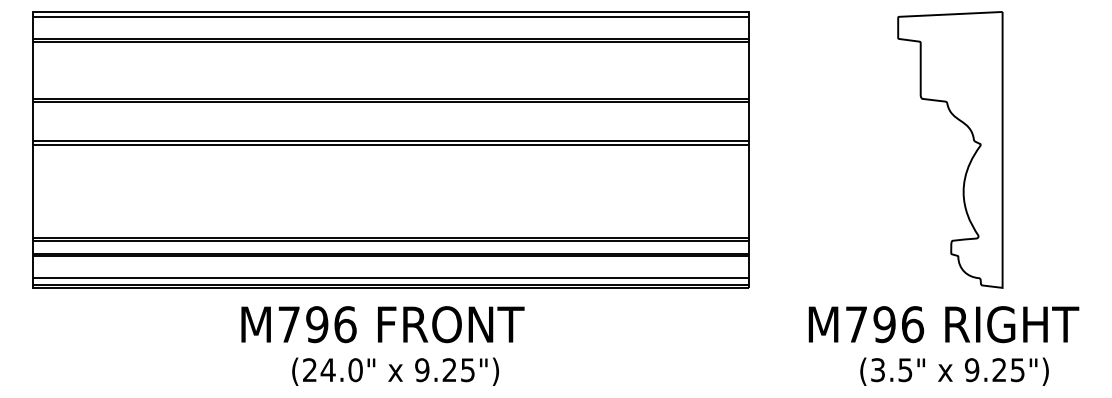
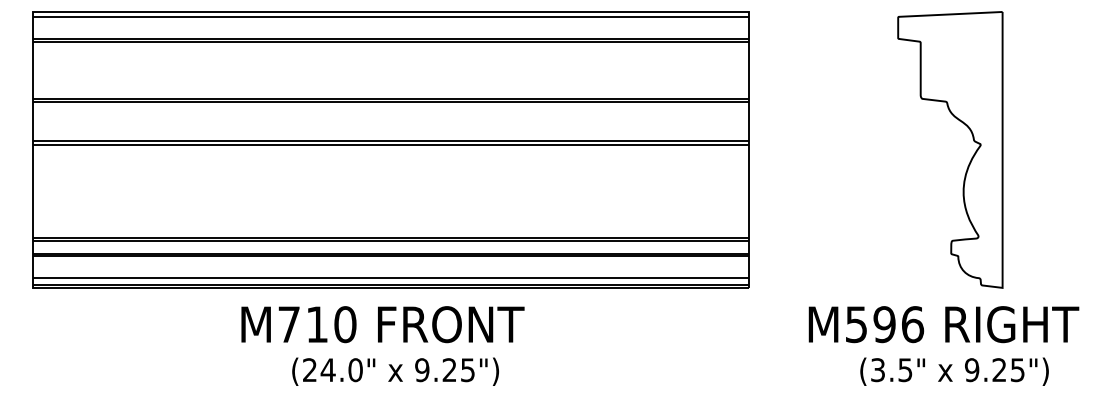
text at (331, 324): M796 -> M710
text at (856, 324): M796 -> M596
